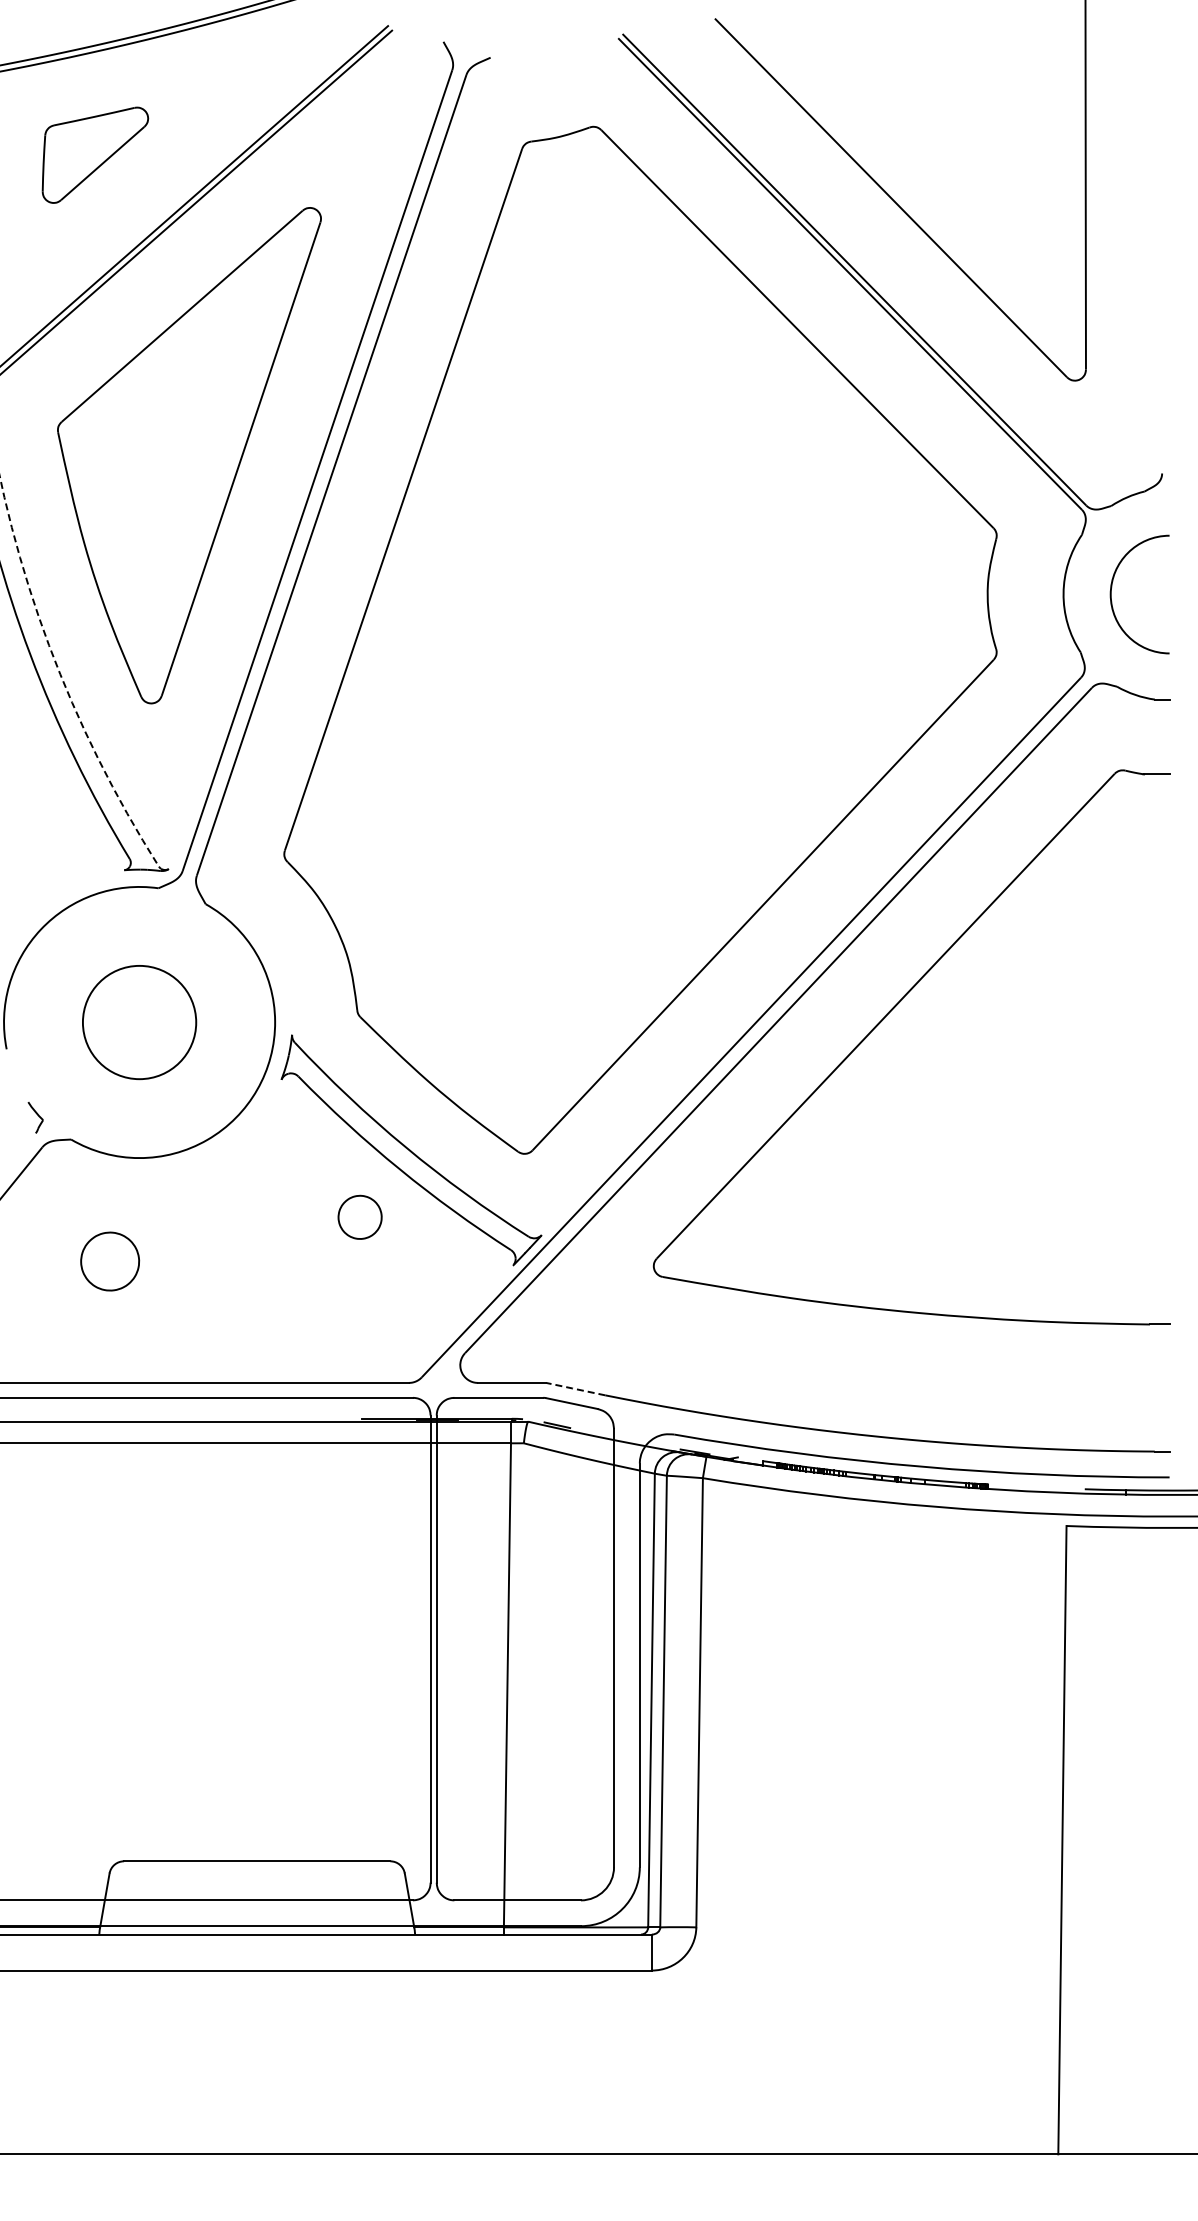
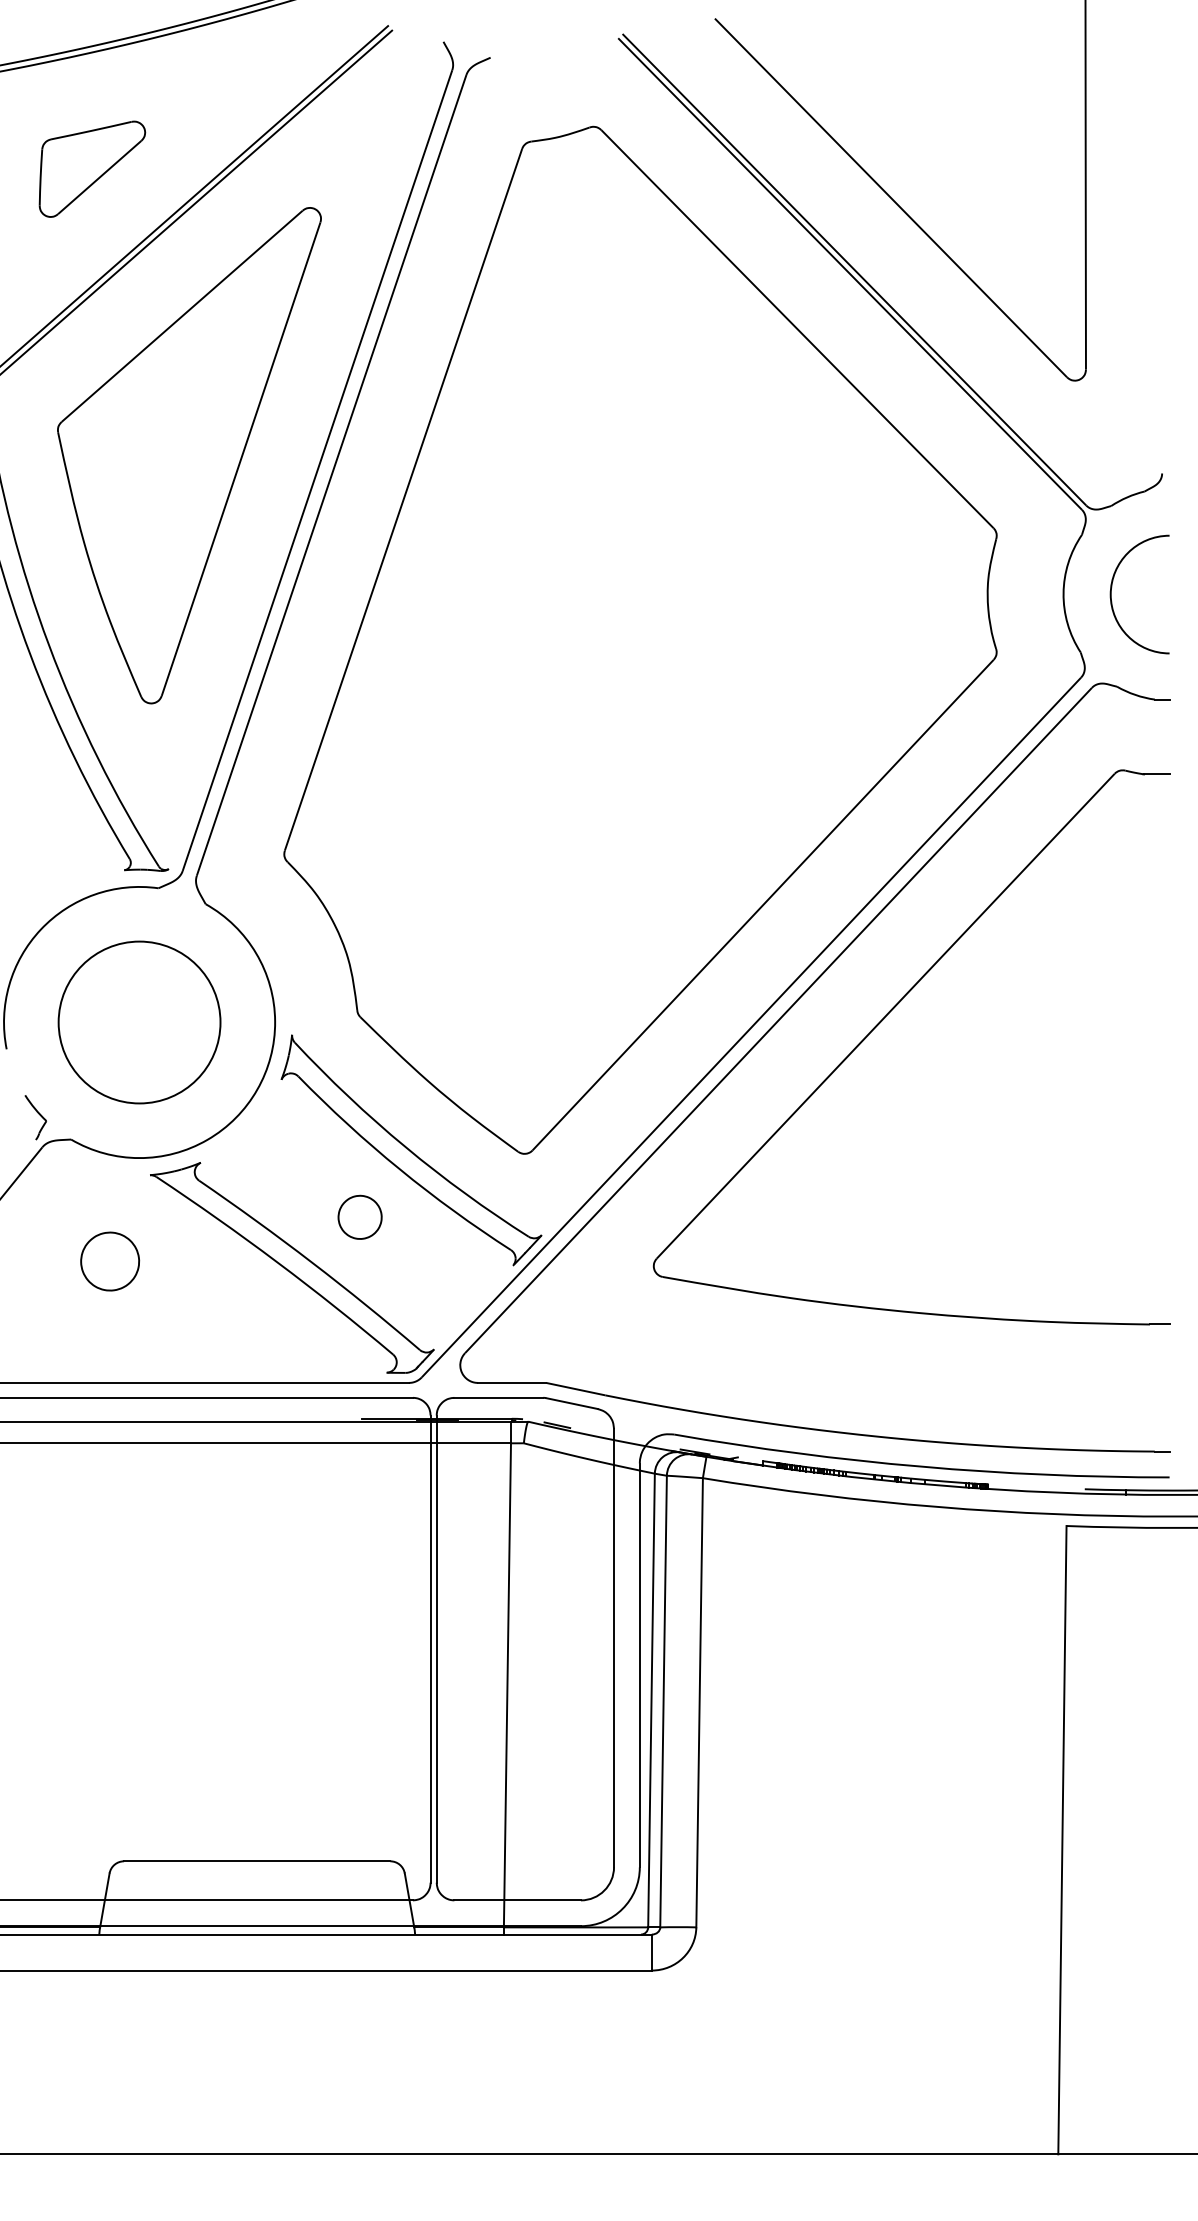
part at (95, 154) position: (95, 154) -> (92, 168)
arc at (62, 678): dashed -> solid
circle at (139, 1022) diameter: 113 px -> 162 px
part at (35, 1117) size: 17x32 px -> 23x46 px
part at (292, 1267): none -> present
line at (575, 1389): dashed -> solid
